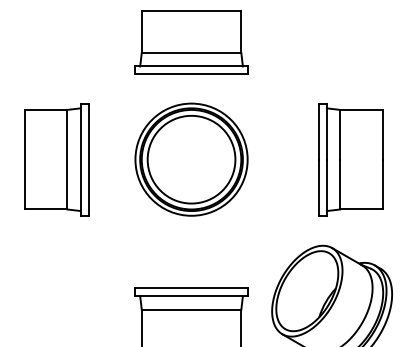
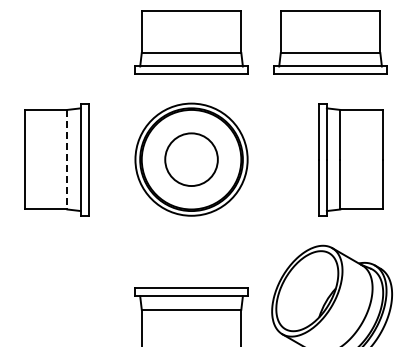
part at (330, 42): none -> present
line at (67, 159): solid -> dashed
circle at (191, 159) diameter: 88 px -> 53 px
